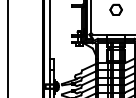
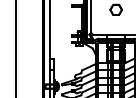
line at (7, 48) position: (7, 48) -> (15, 48)
